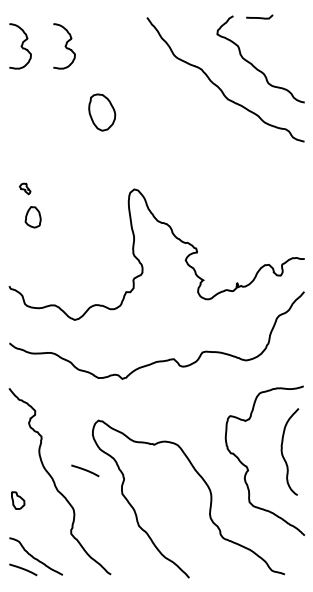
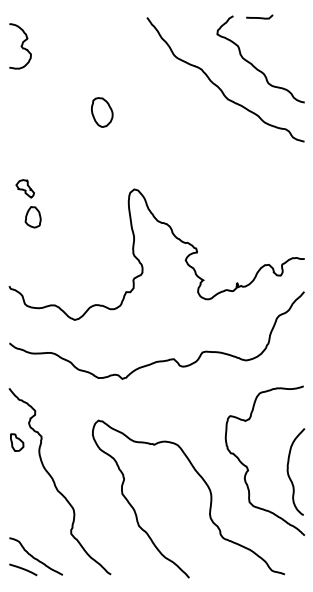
curve at (64, 46): present -> none
part at (102, 112) size: 29x39 px -> 23x31 px
part at (24, 188) size: 14x14 px -> 20x20 px
curve at (283, 454) position: (283, 454) -> (289, 474)
curve at (85, 470): present -> none
part at (18, 500) position: (18, 500) -> (17, 442)
